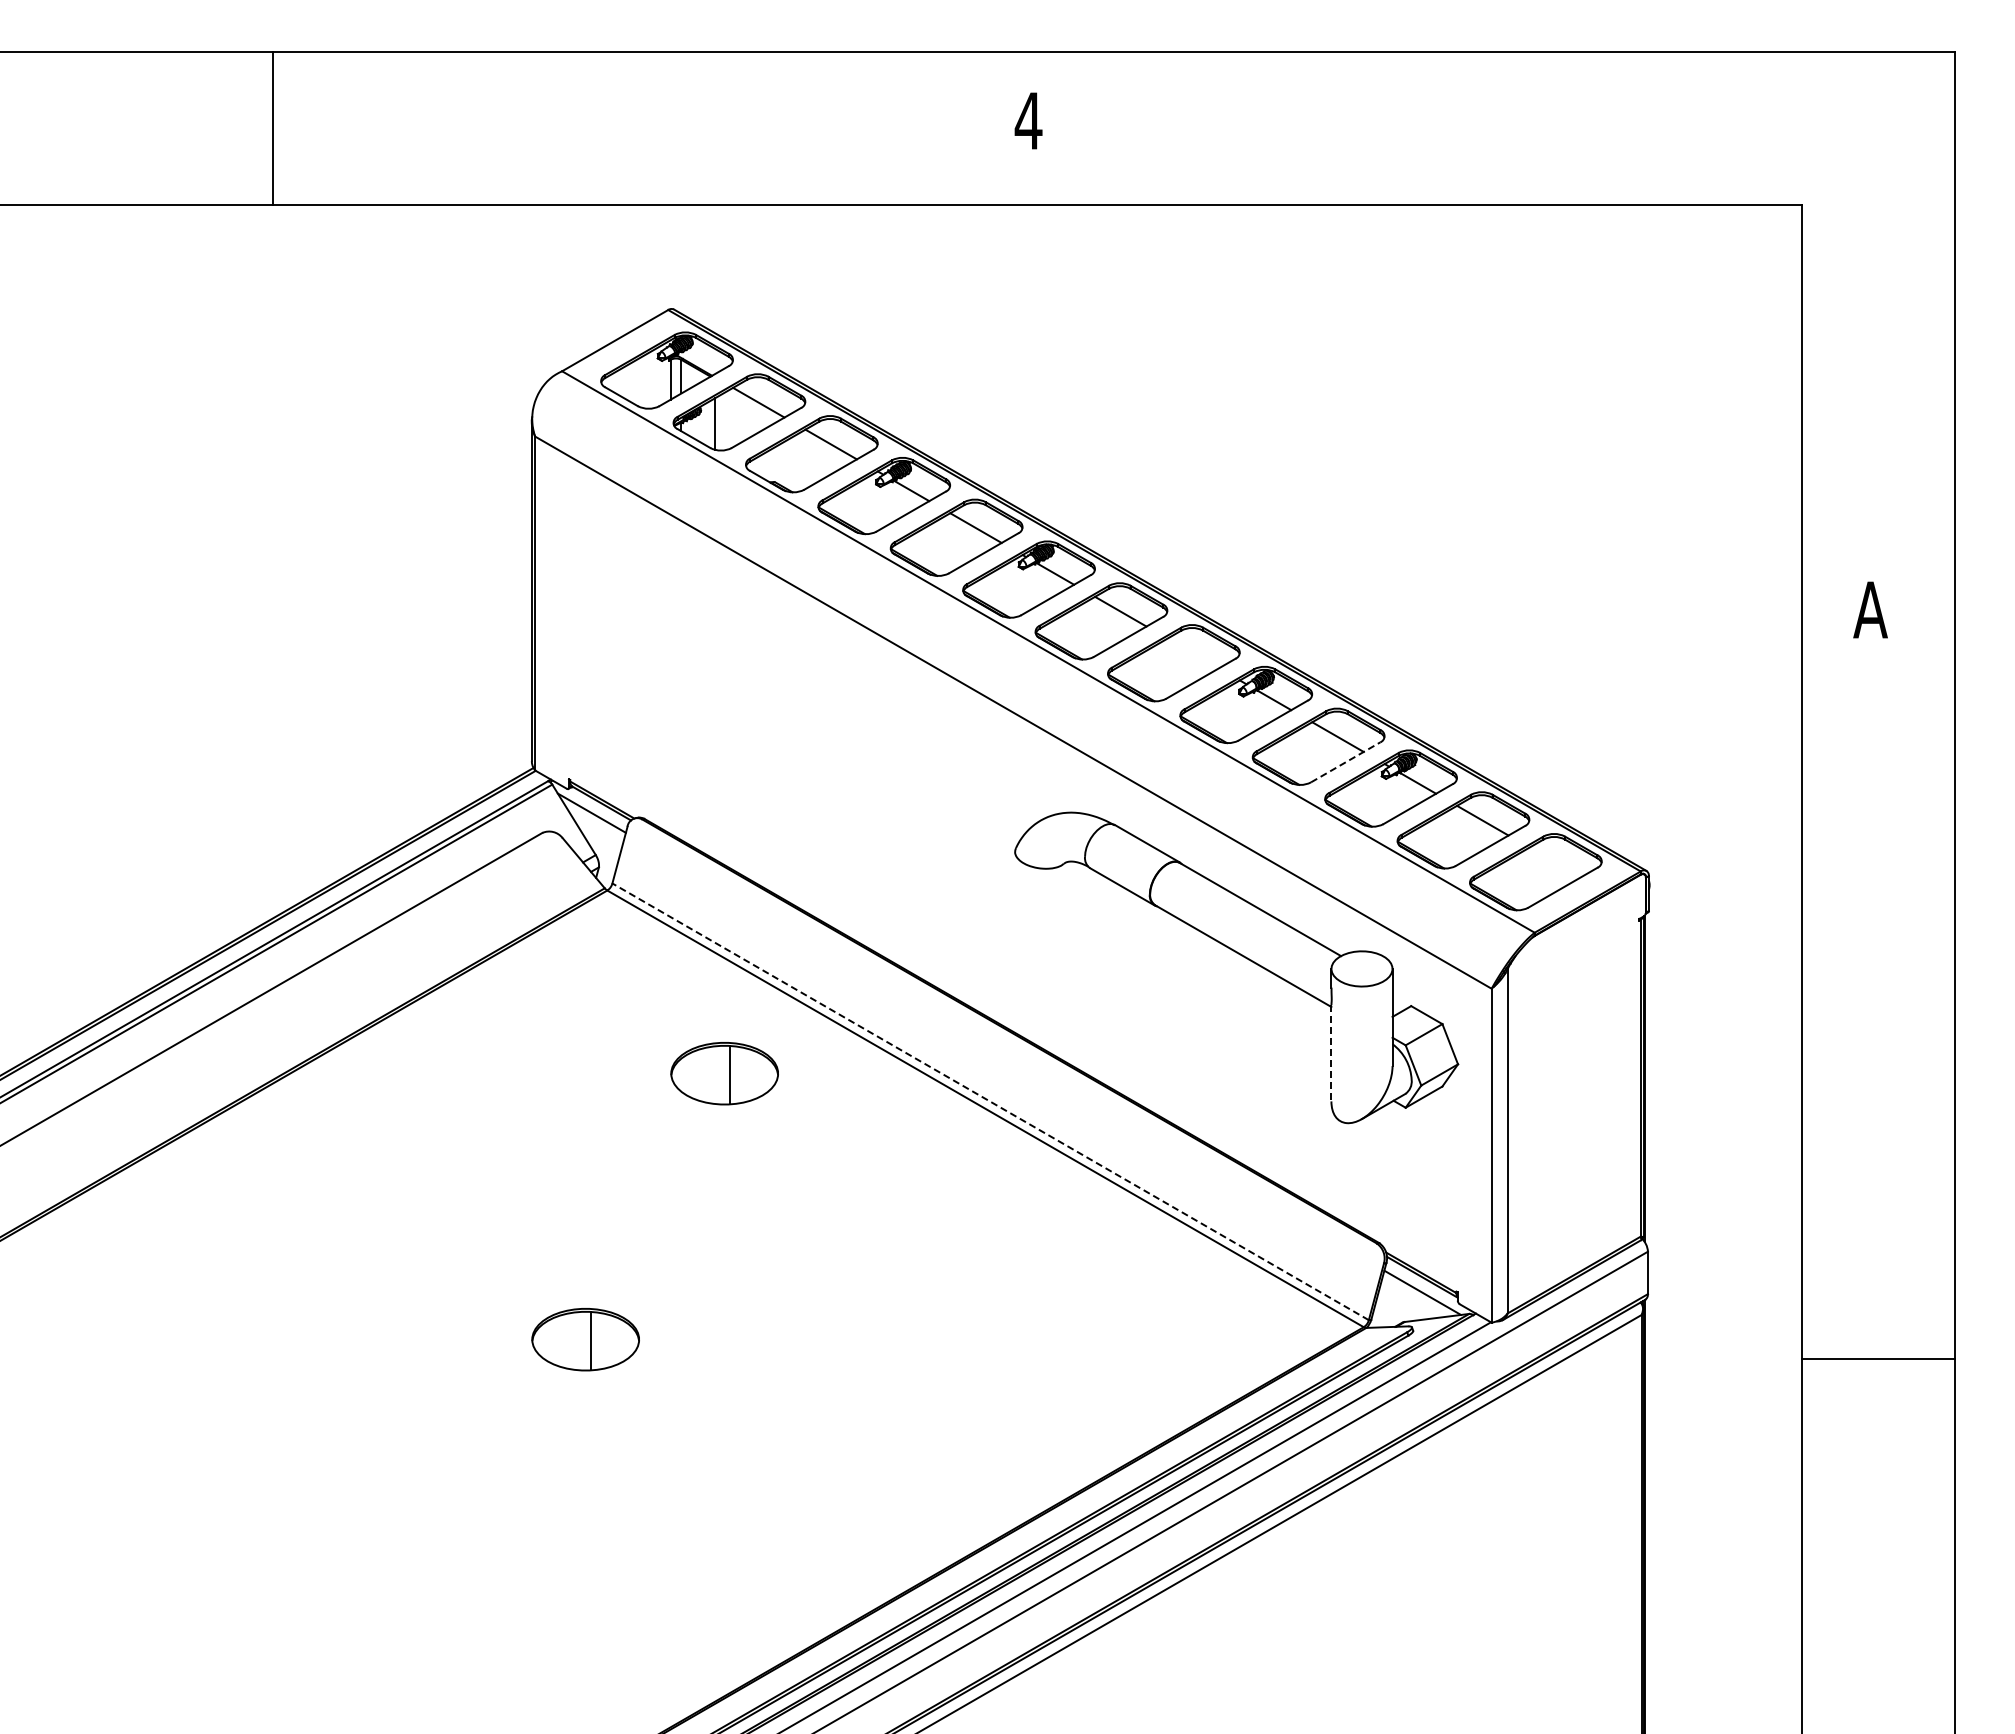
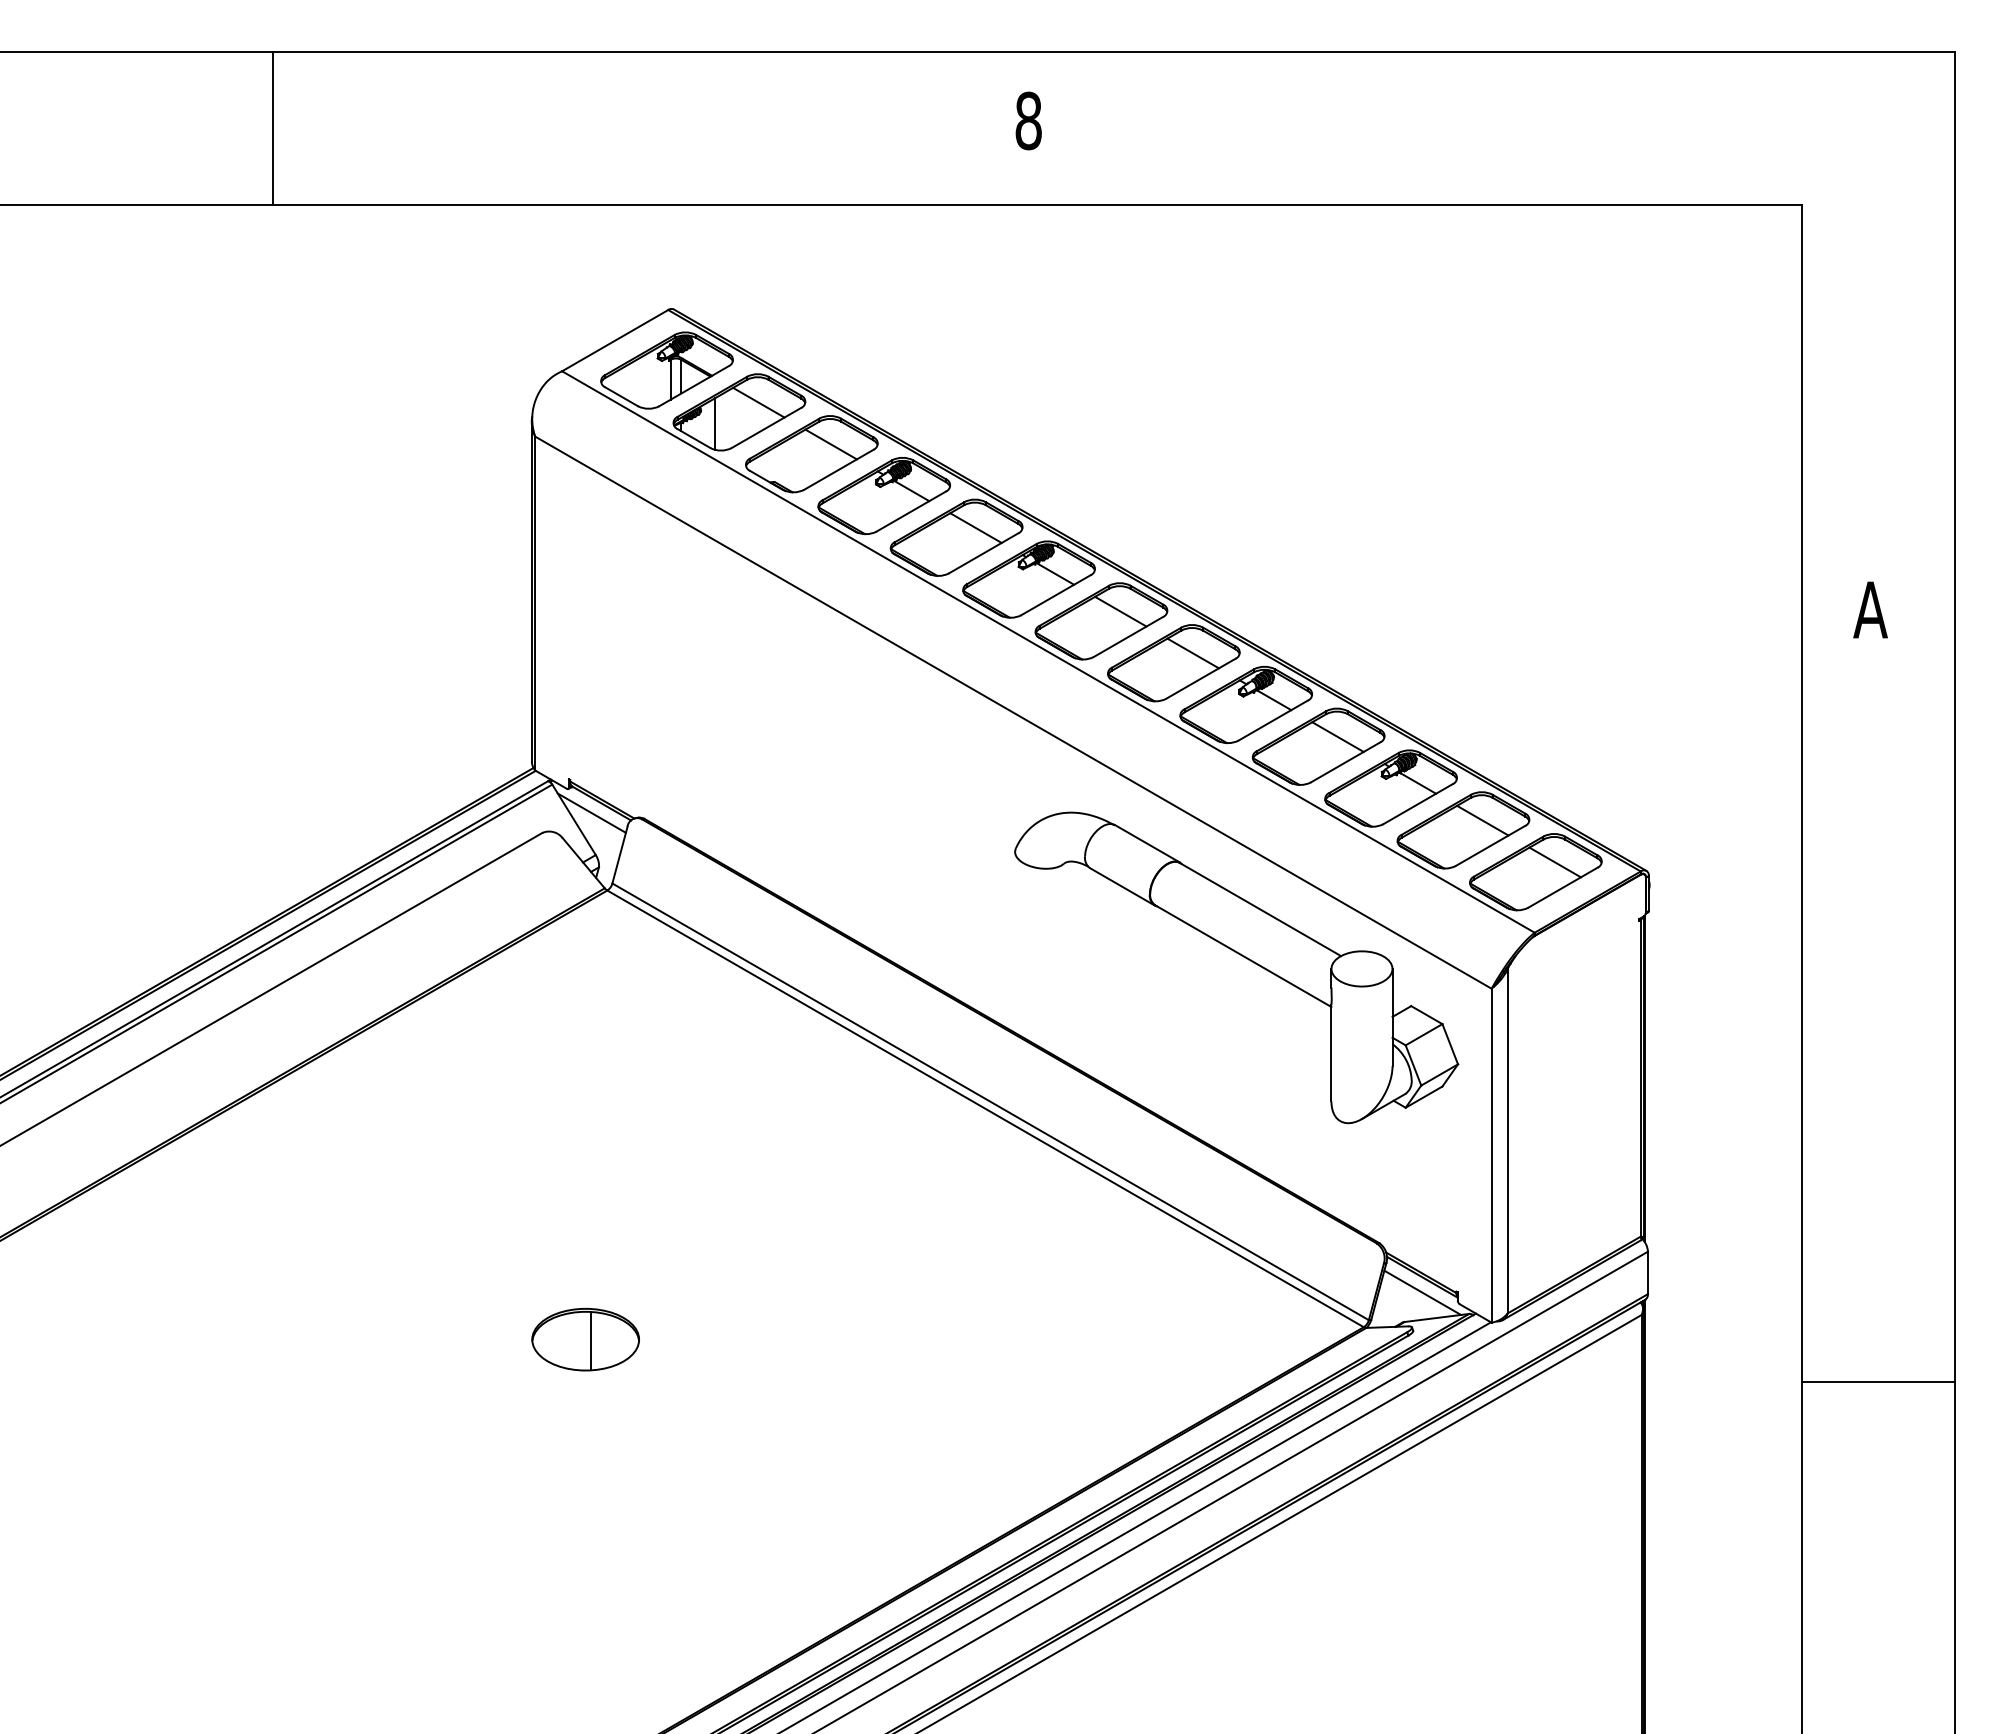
text at (1028, 120): 4 -> 8
line at (1192, 653): none -> present
line at (1345, 762): dashed -> solid
line at (1554, 862): none -> present
line at (1331, 1053): dashed -> solid
part at (724, 1073): present -> none
line at (990, 1101): dashed -> solid
line at (1877, 1358) position: (1877, 1358) -> (1877, 1381)
